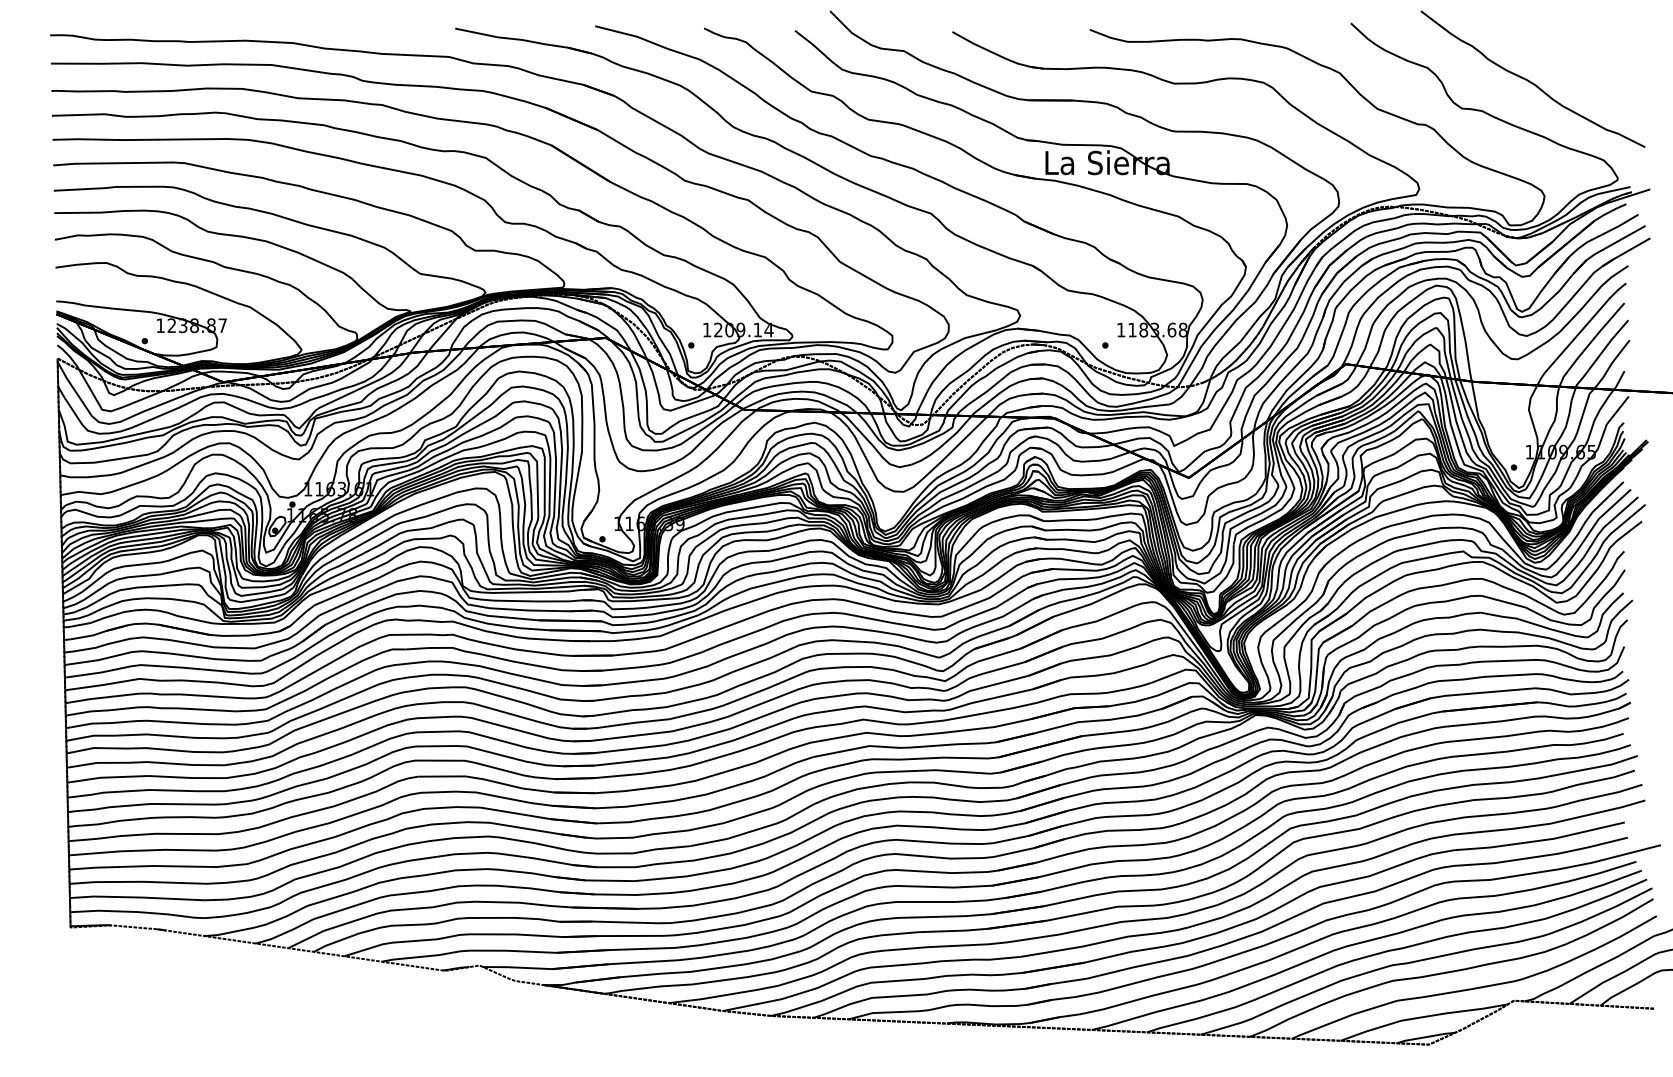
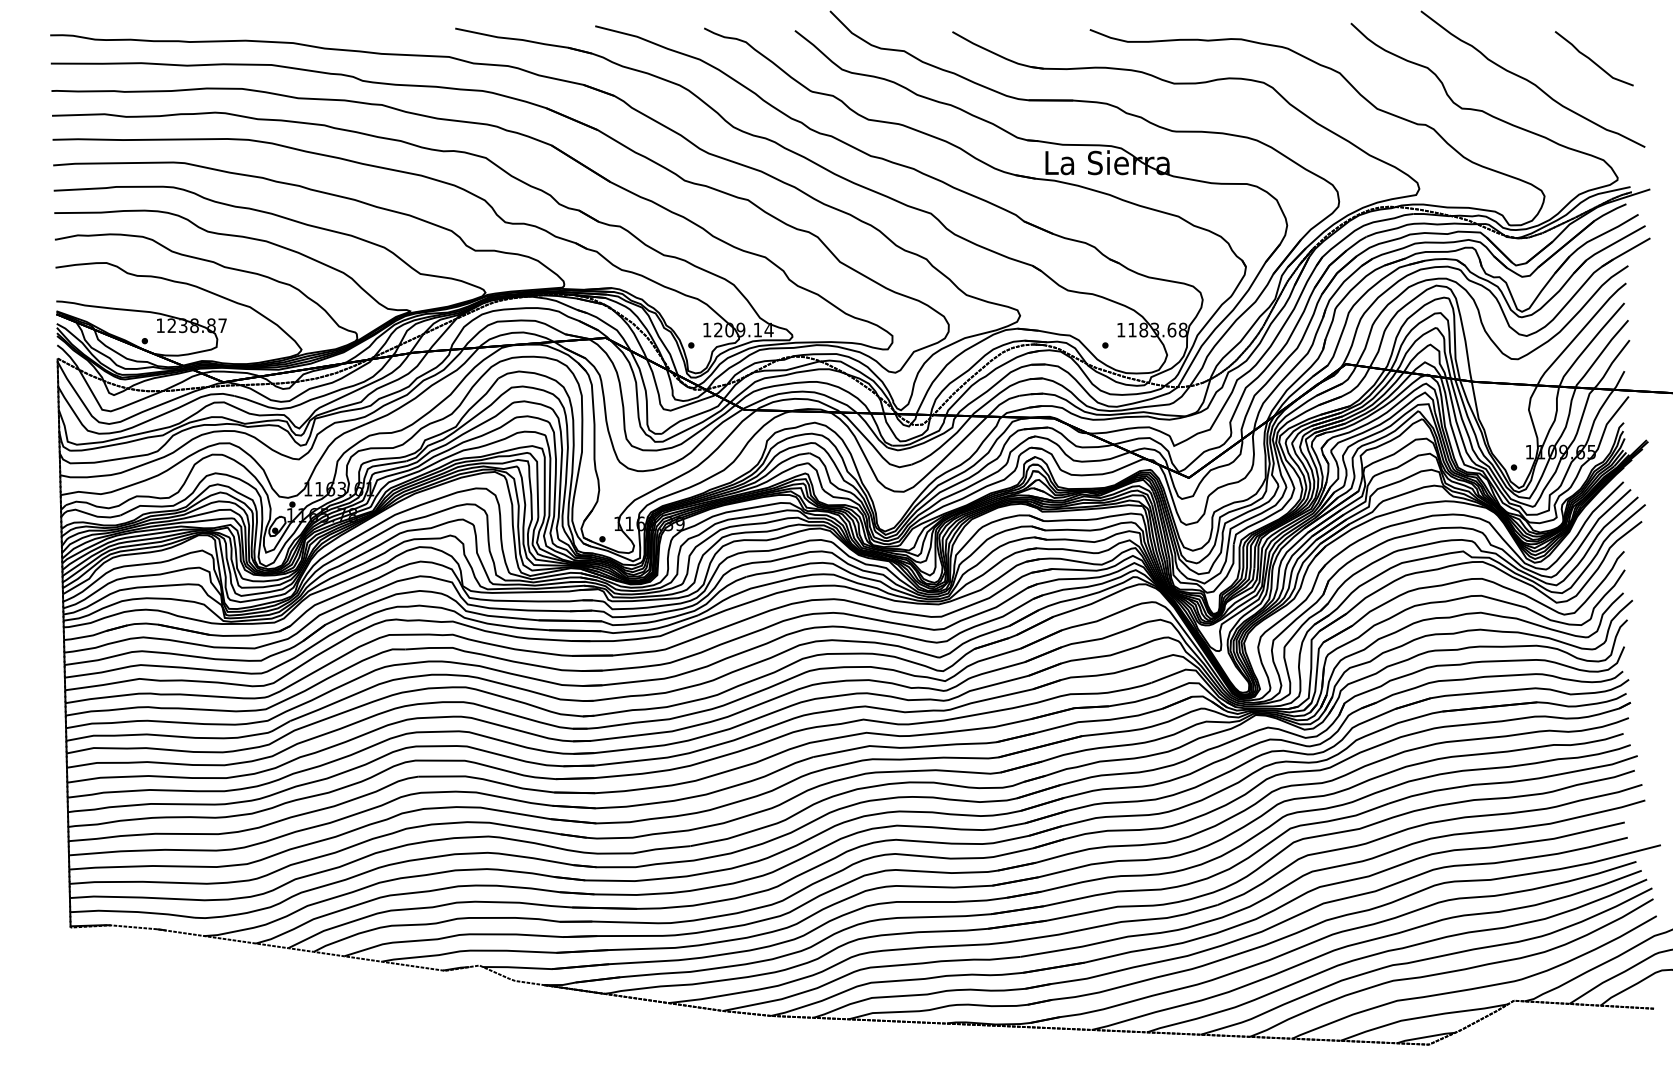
curve at (1593, 60): none -> present
